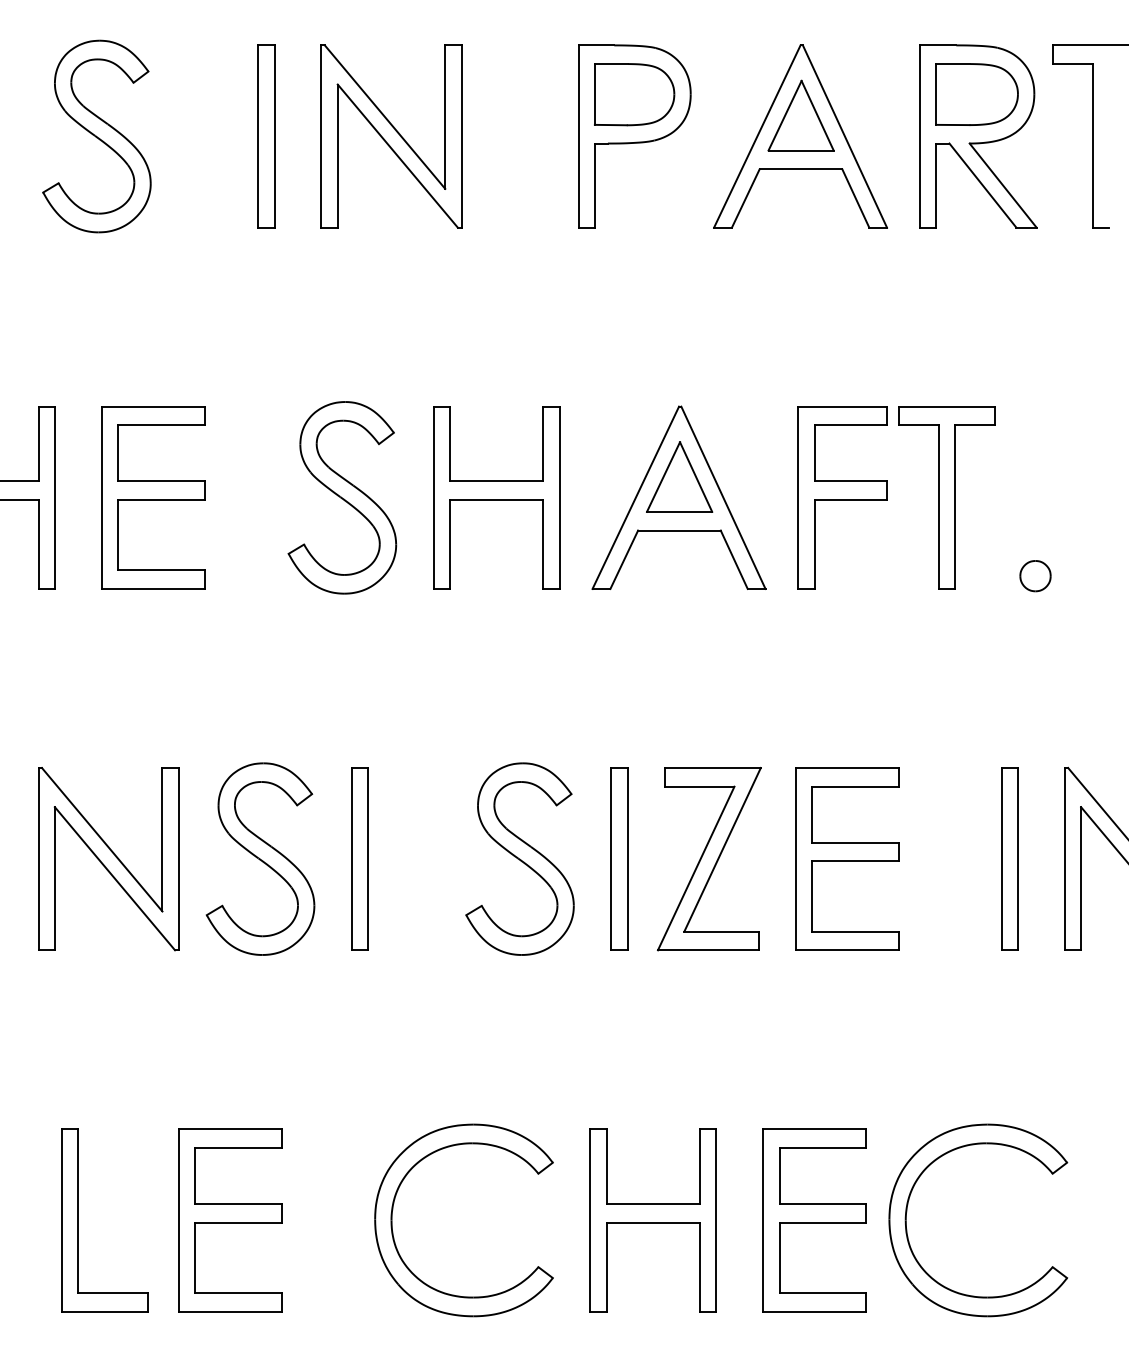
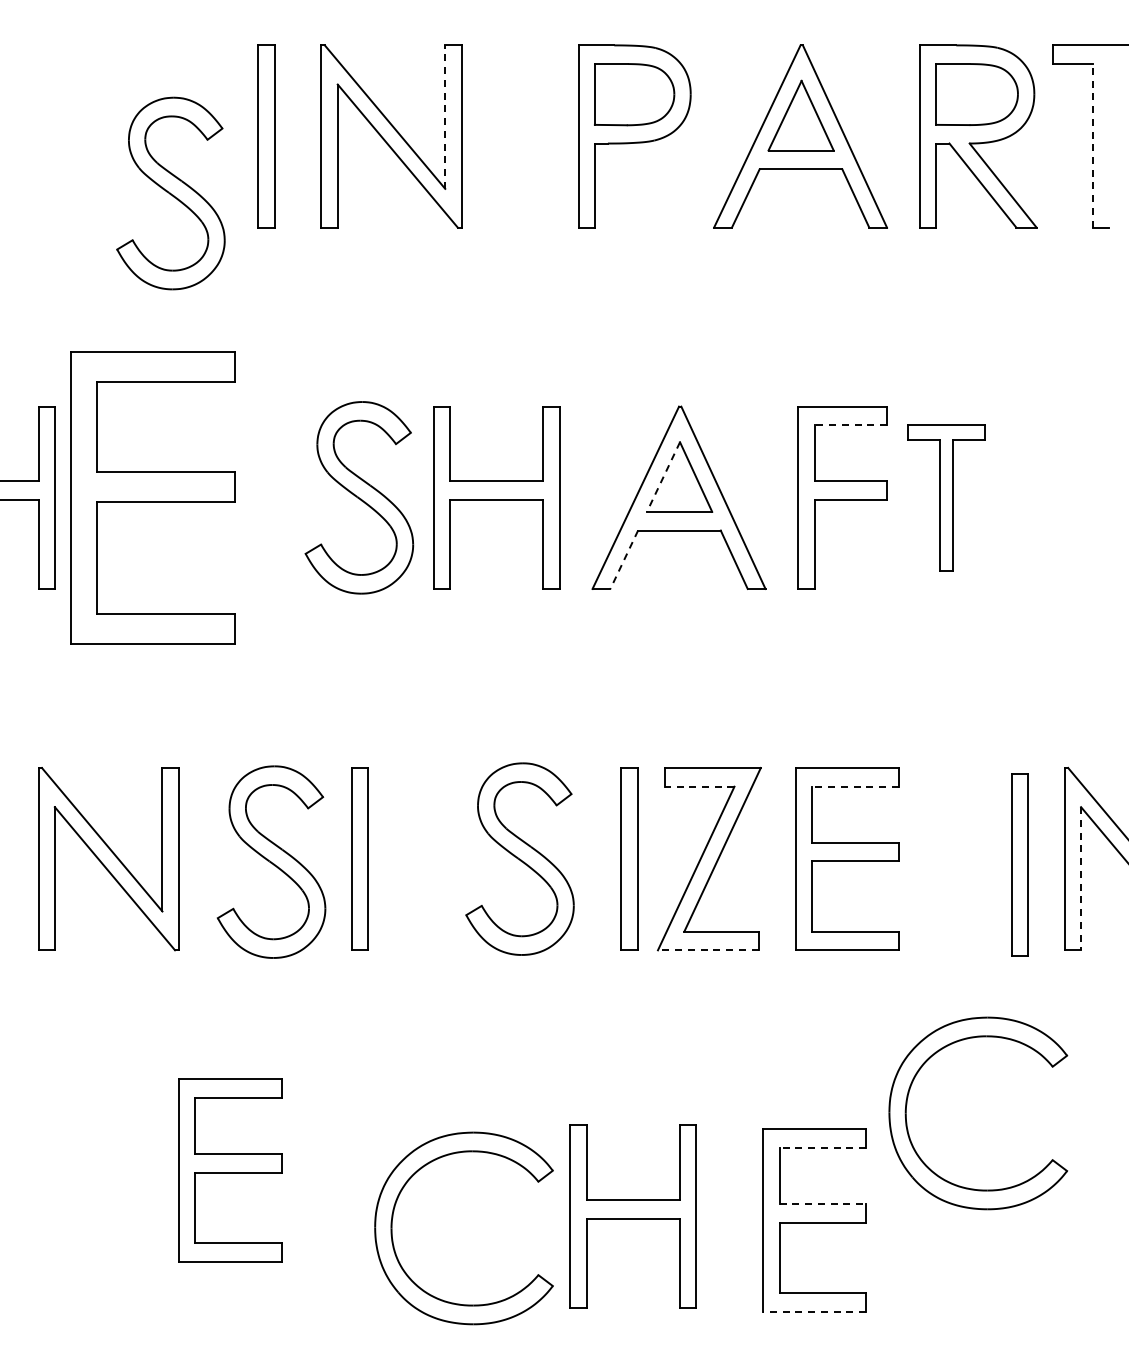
line at (445, 117): solid -> dashed
part at (96, 136) position: (96, 136) -> (170, 193)
line at (1092, 145): solid -> dashed
line at (850, 425): solid -> dashed
line at (663, 477): solid -> dashed
part at (153, 497) size: 105x184 px -> 166x294 px
part at (342, 497) position: (342, 497) -> (359, 497)
part at (946, 497) size: 98x184 px -> 79x148 px
line at (624, 560): solid -> dashed
part at (1035, 576): present -> none
line at (699, 786): solid -> dashed
line at (855, 786): solid -> dashed
part at (260, 858) position: (260, 858) -> (271, 861)
part at (619, 858) position: (619, 858) -> (629, 858)
part at (1009, 858) position: (1009, 858) -> (1019, 864)
line at (1081, 878): solid -> dashed
line at (707, 950): solid -> dashed
line at (822, 1147): solid -> dashed
line at (823, 1204): solid -> dashed
part at (393, 1209) position: (393, 1209) -> (393, 1217)
part at (907, 1211) position: (907, 1211) -> (907, 1104)
part at (78, 1220): present -> none
part at (230, 1220) position: (230, 1220) -> (230, 1170)
part at (652, 1220) position: (652, 1220) -> (632, 1216)
line at (814, 1311): solid -> dashed
